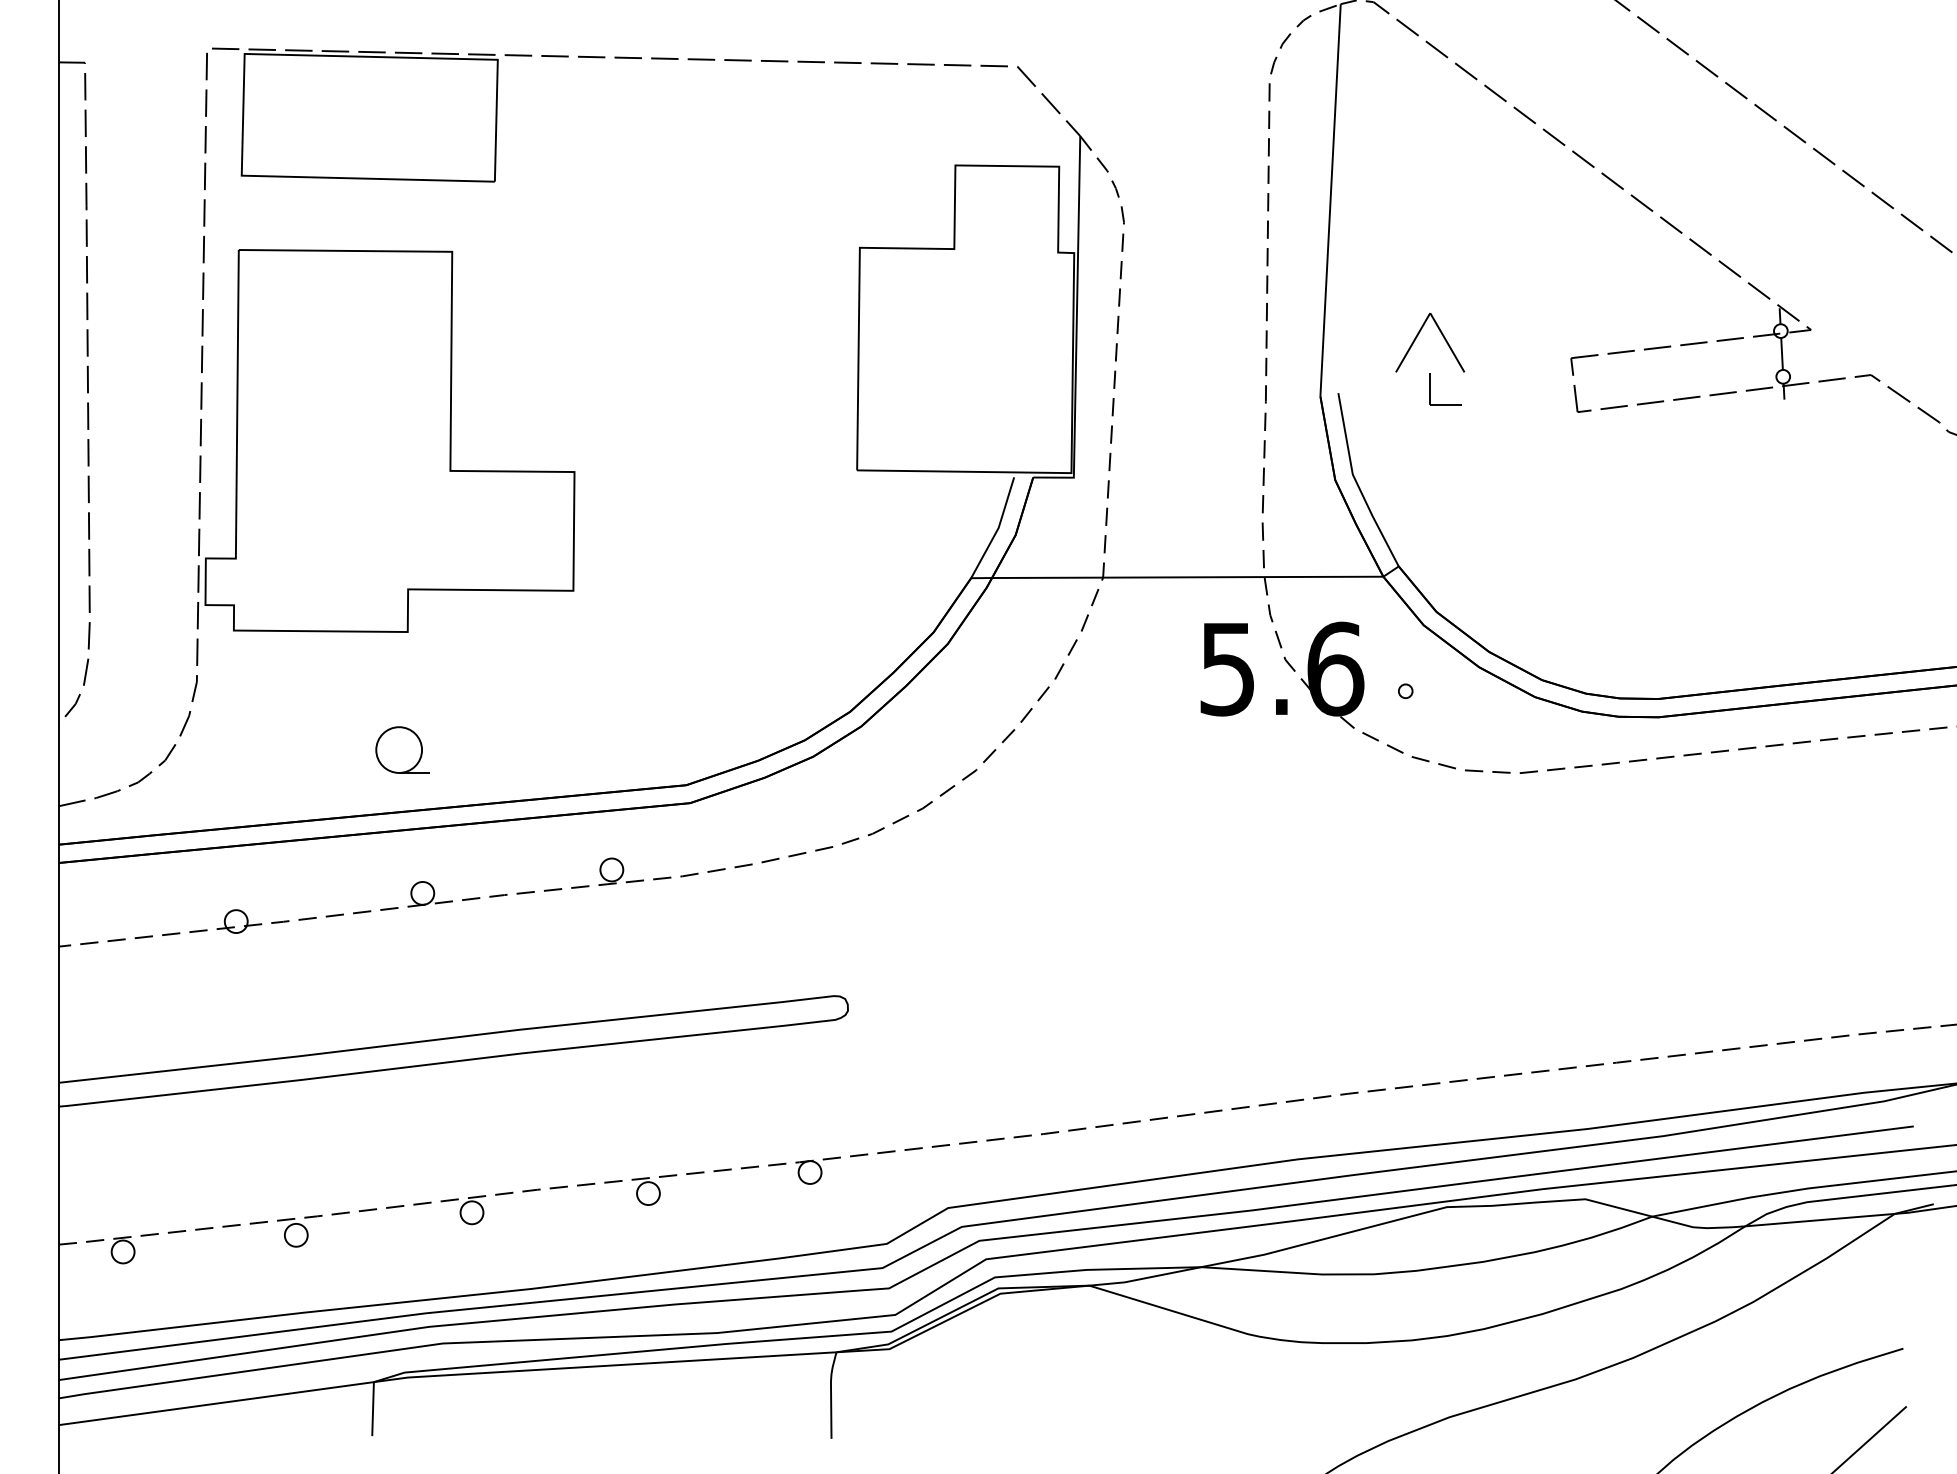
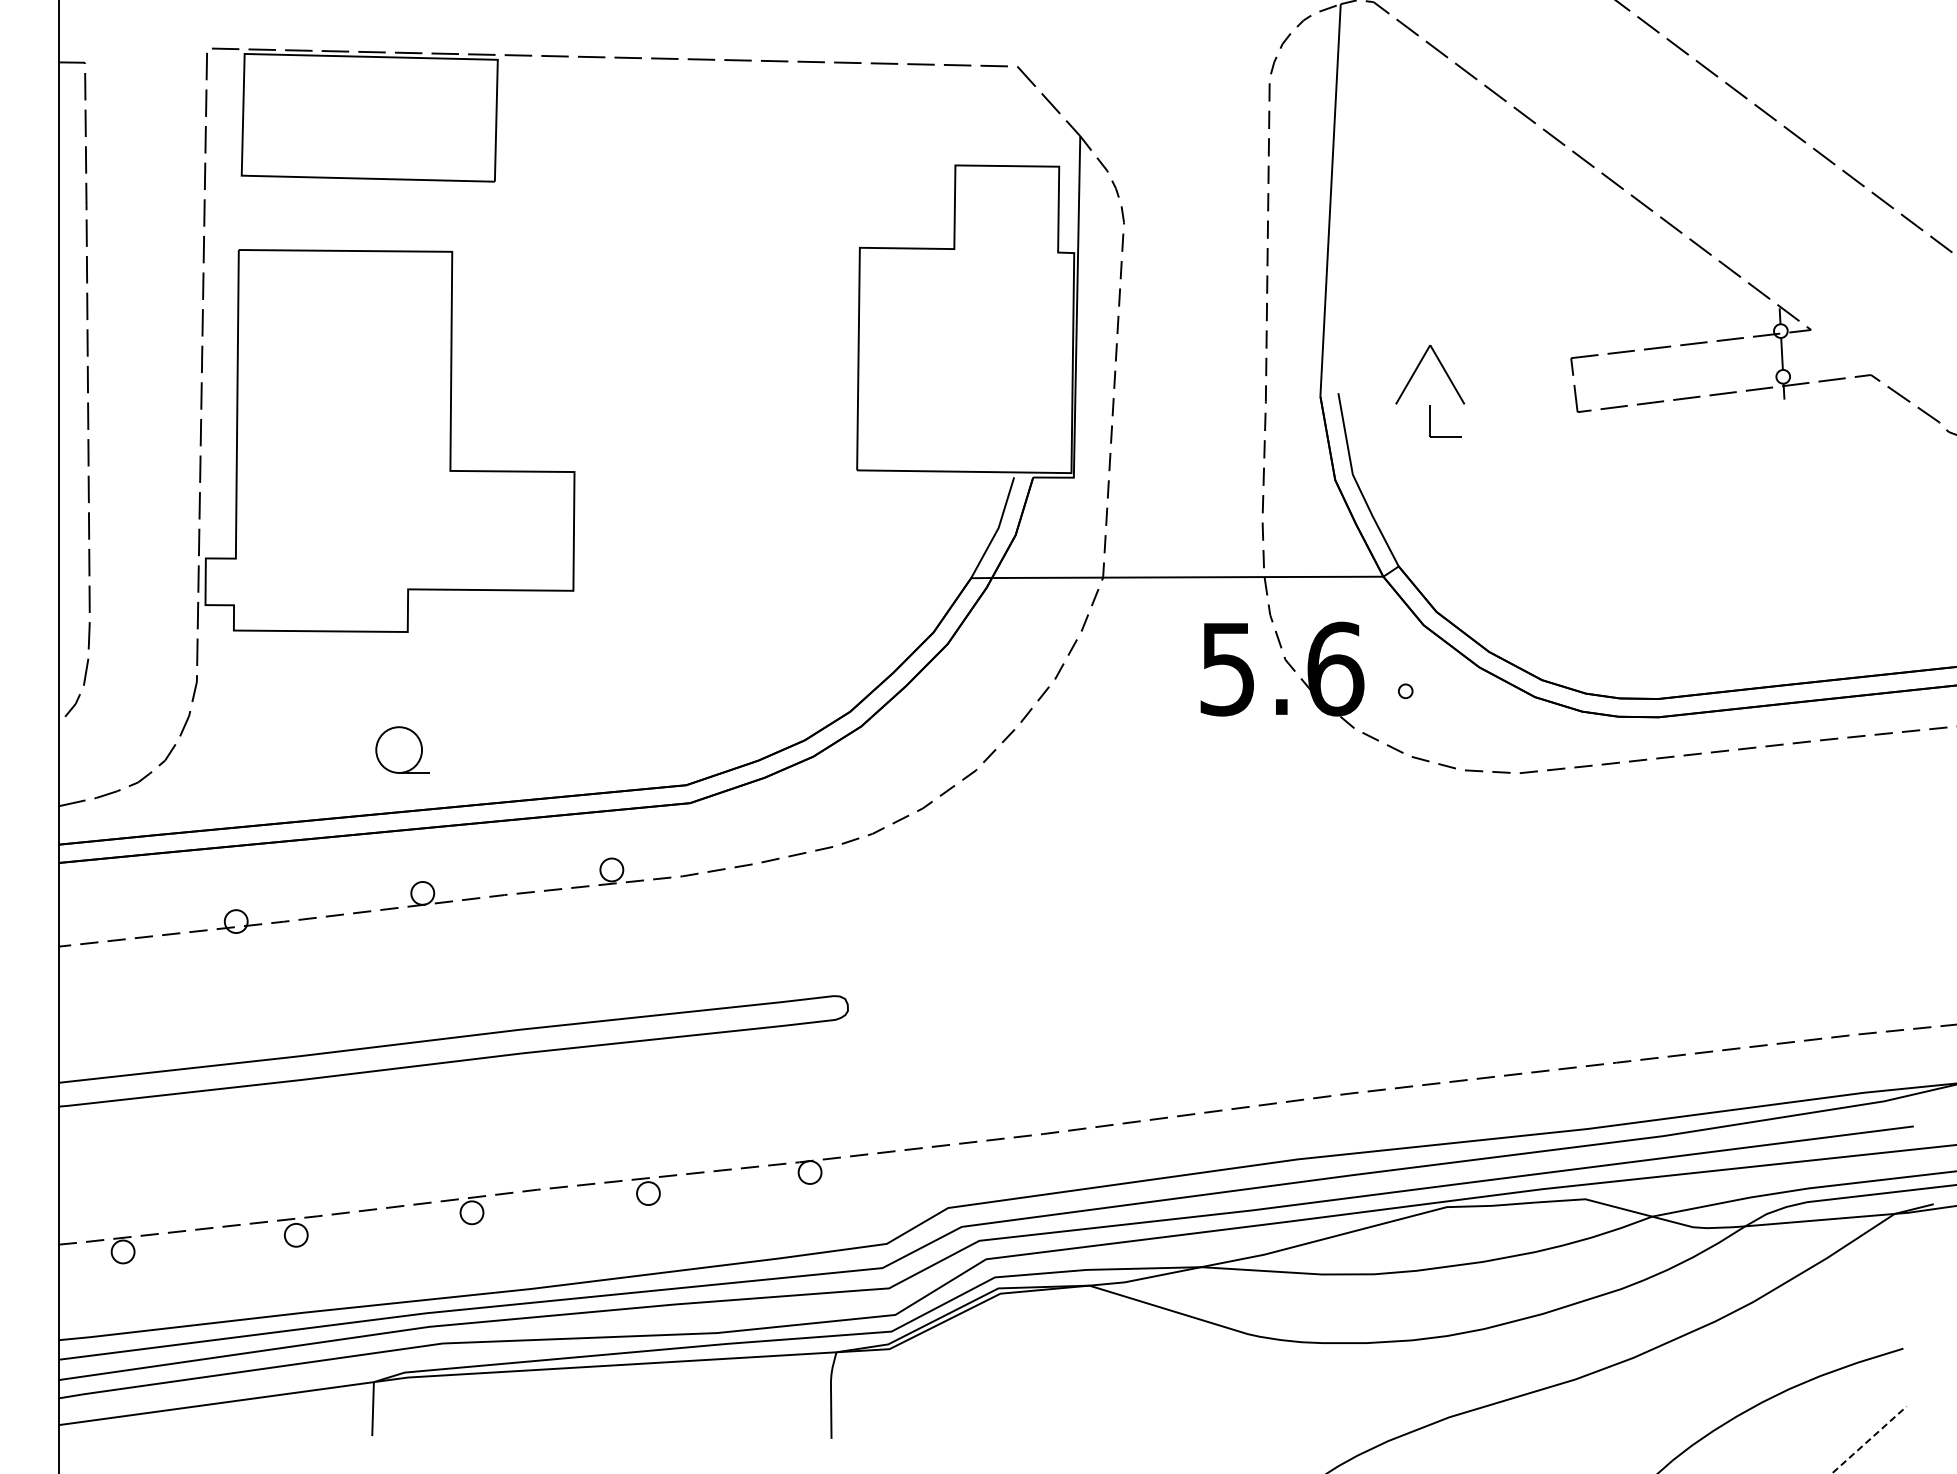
part at (1430, 373) position: (1430, 373) -> (1430, 405)
line at (1869, 1439): solid -> dashed
